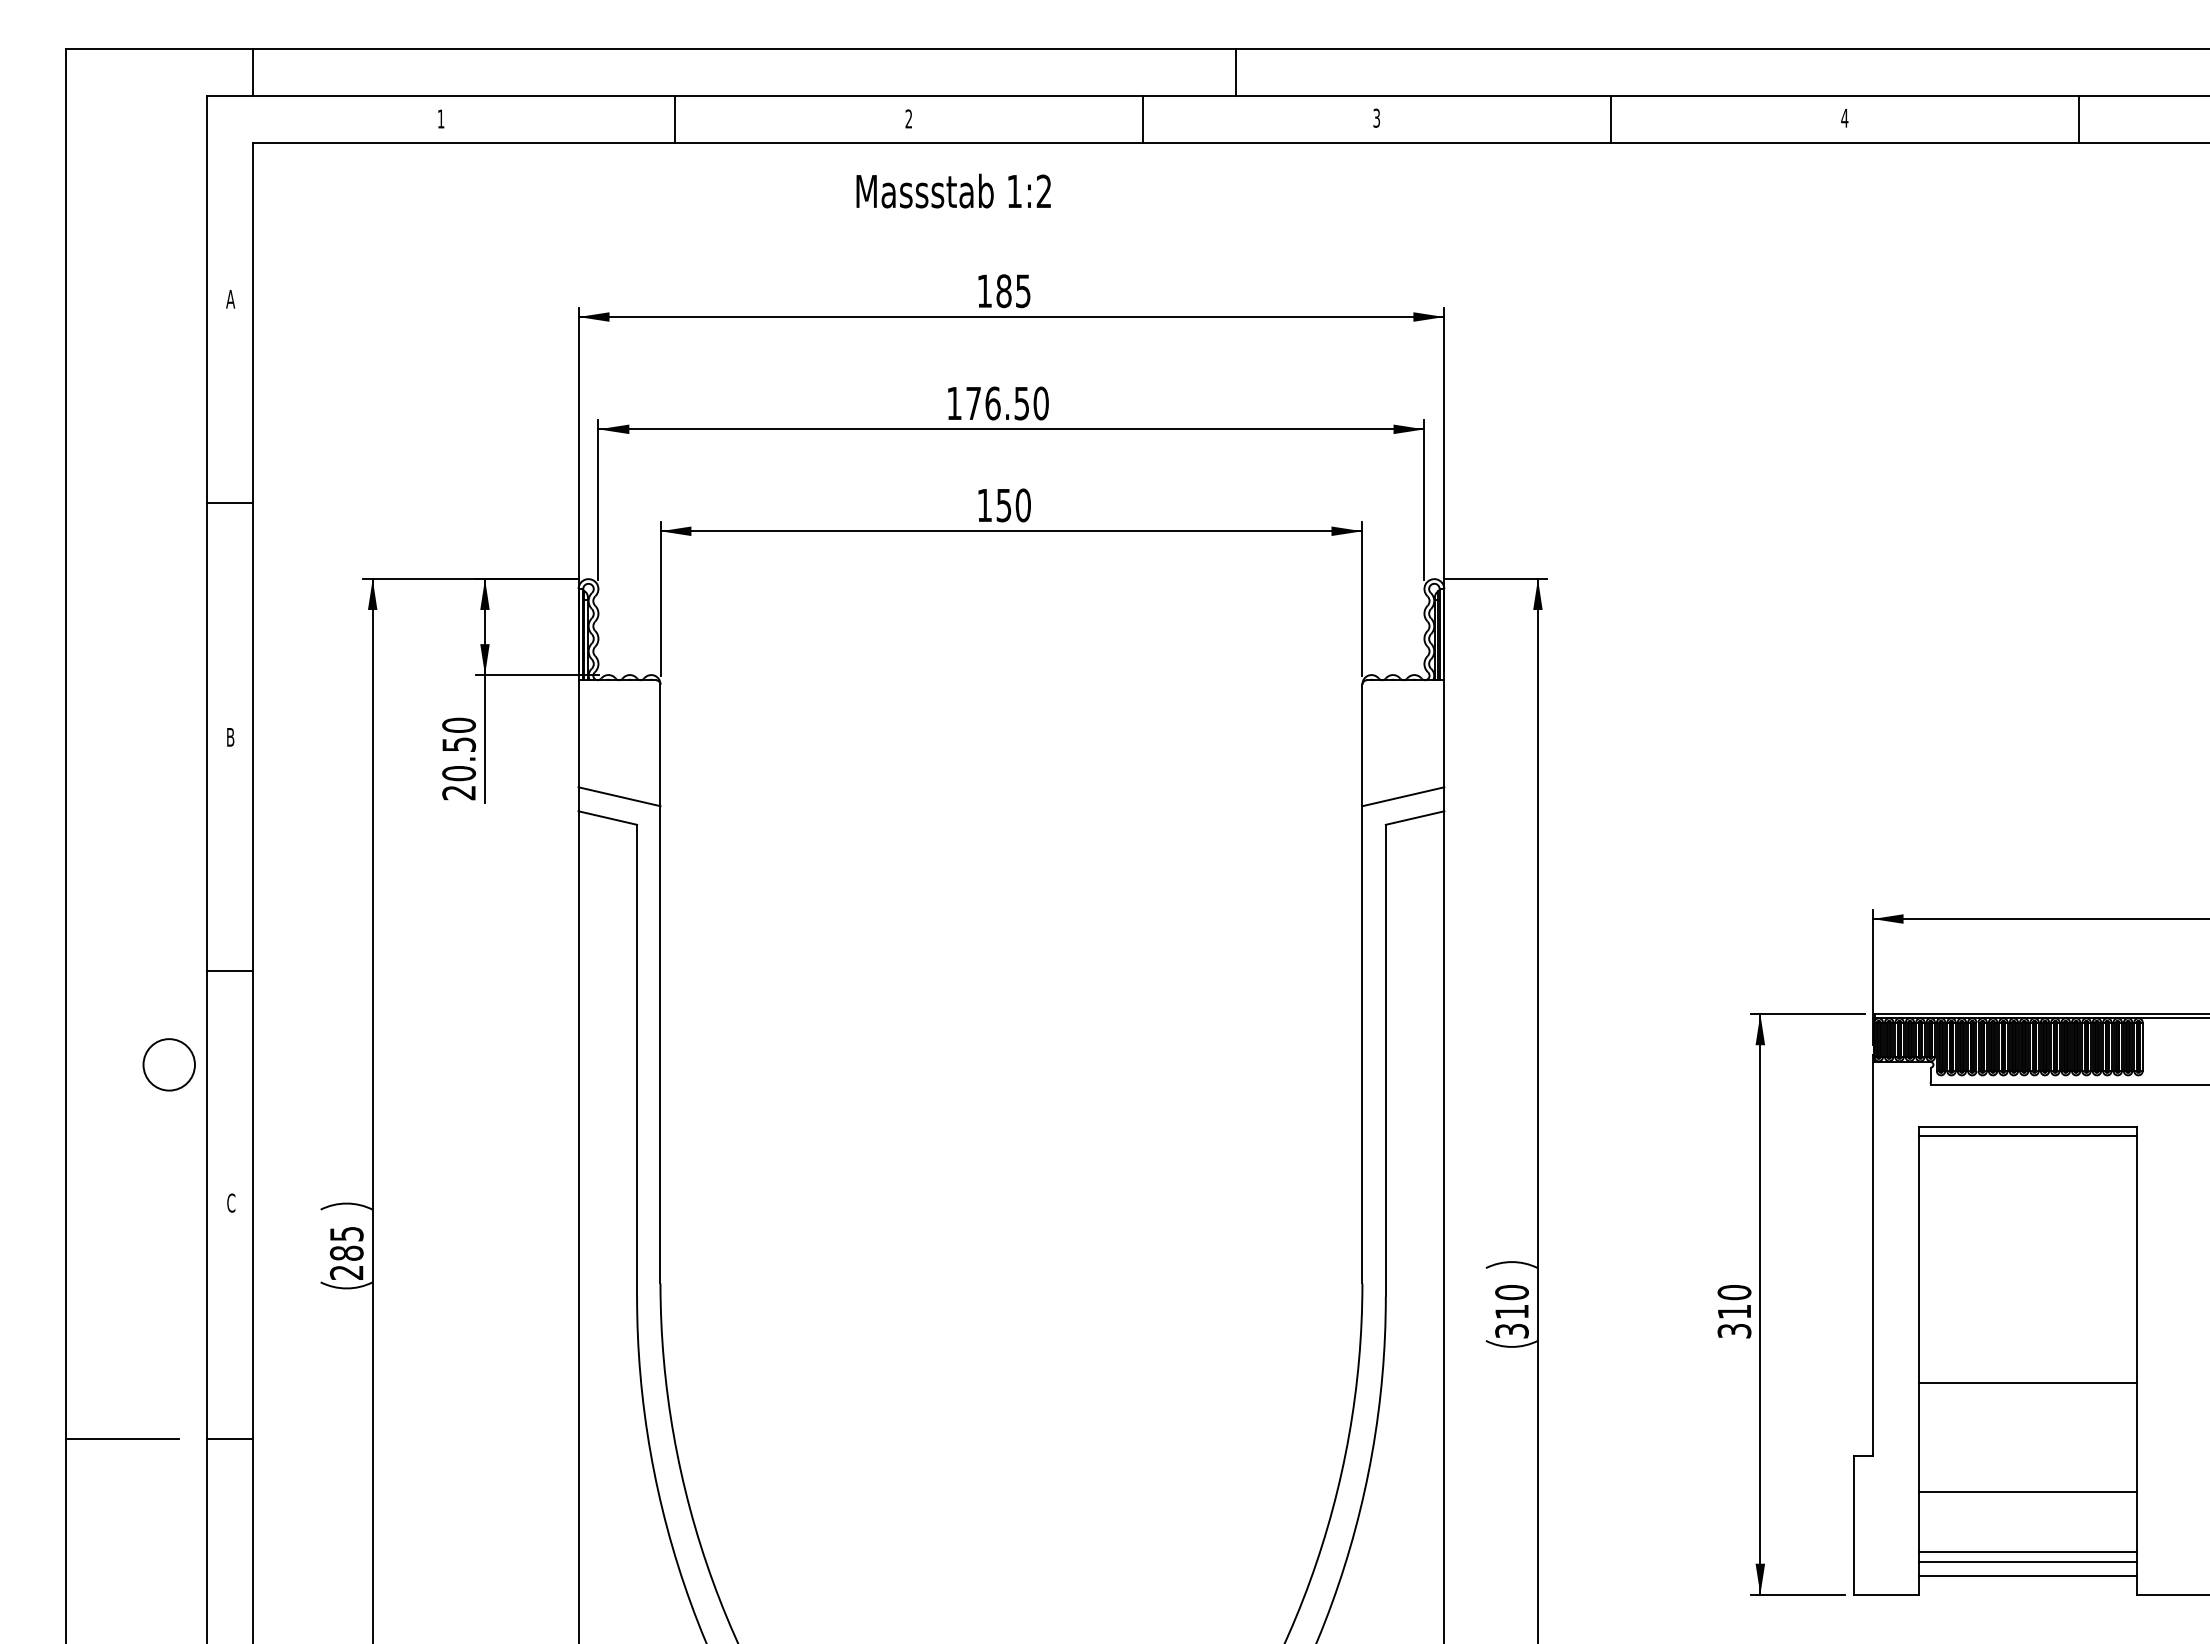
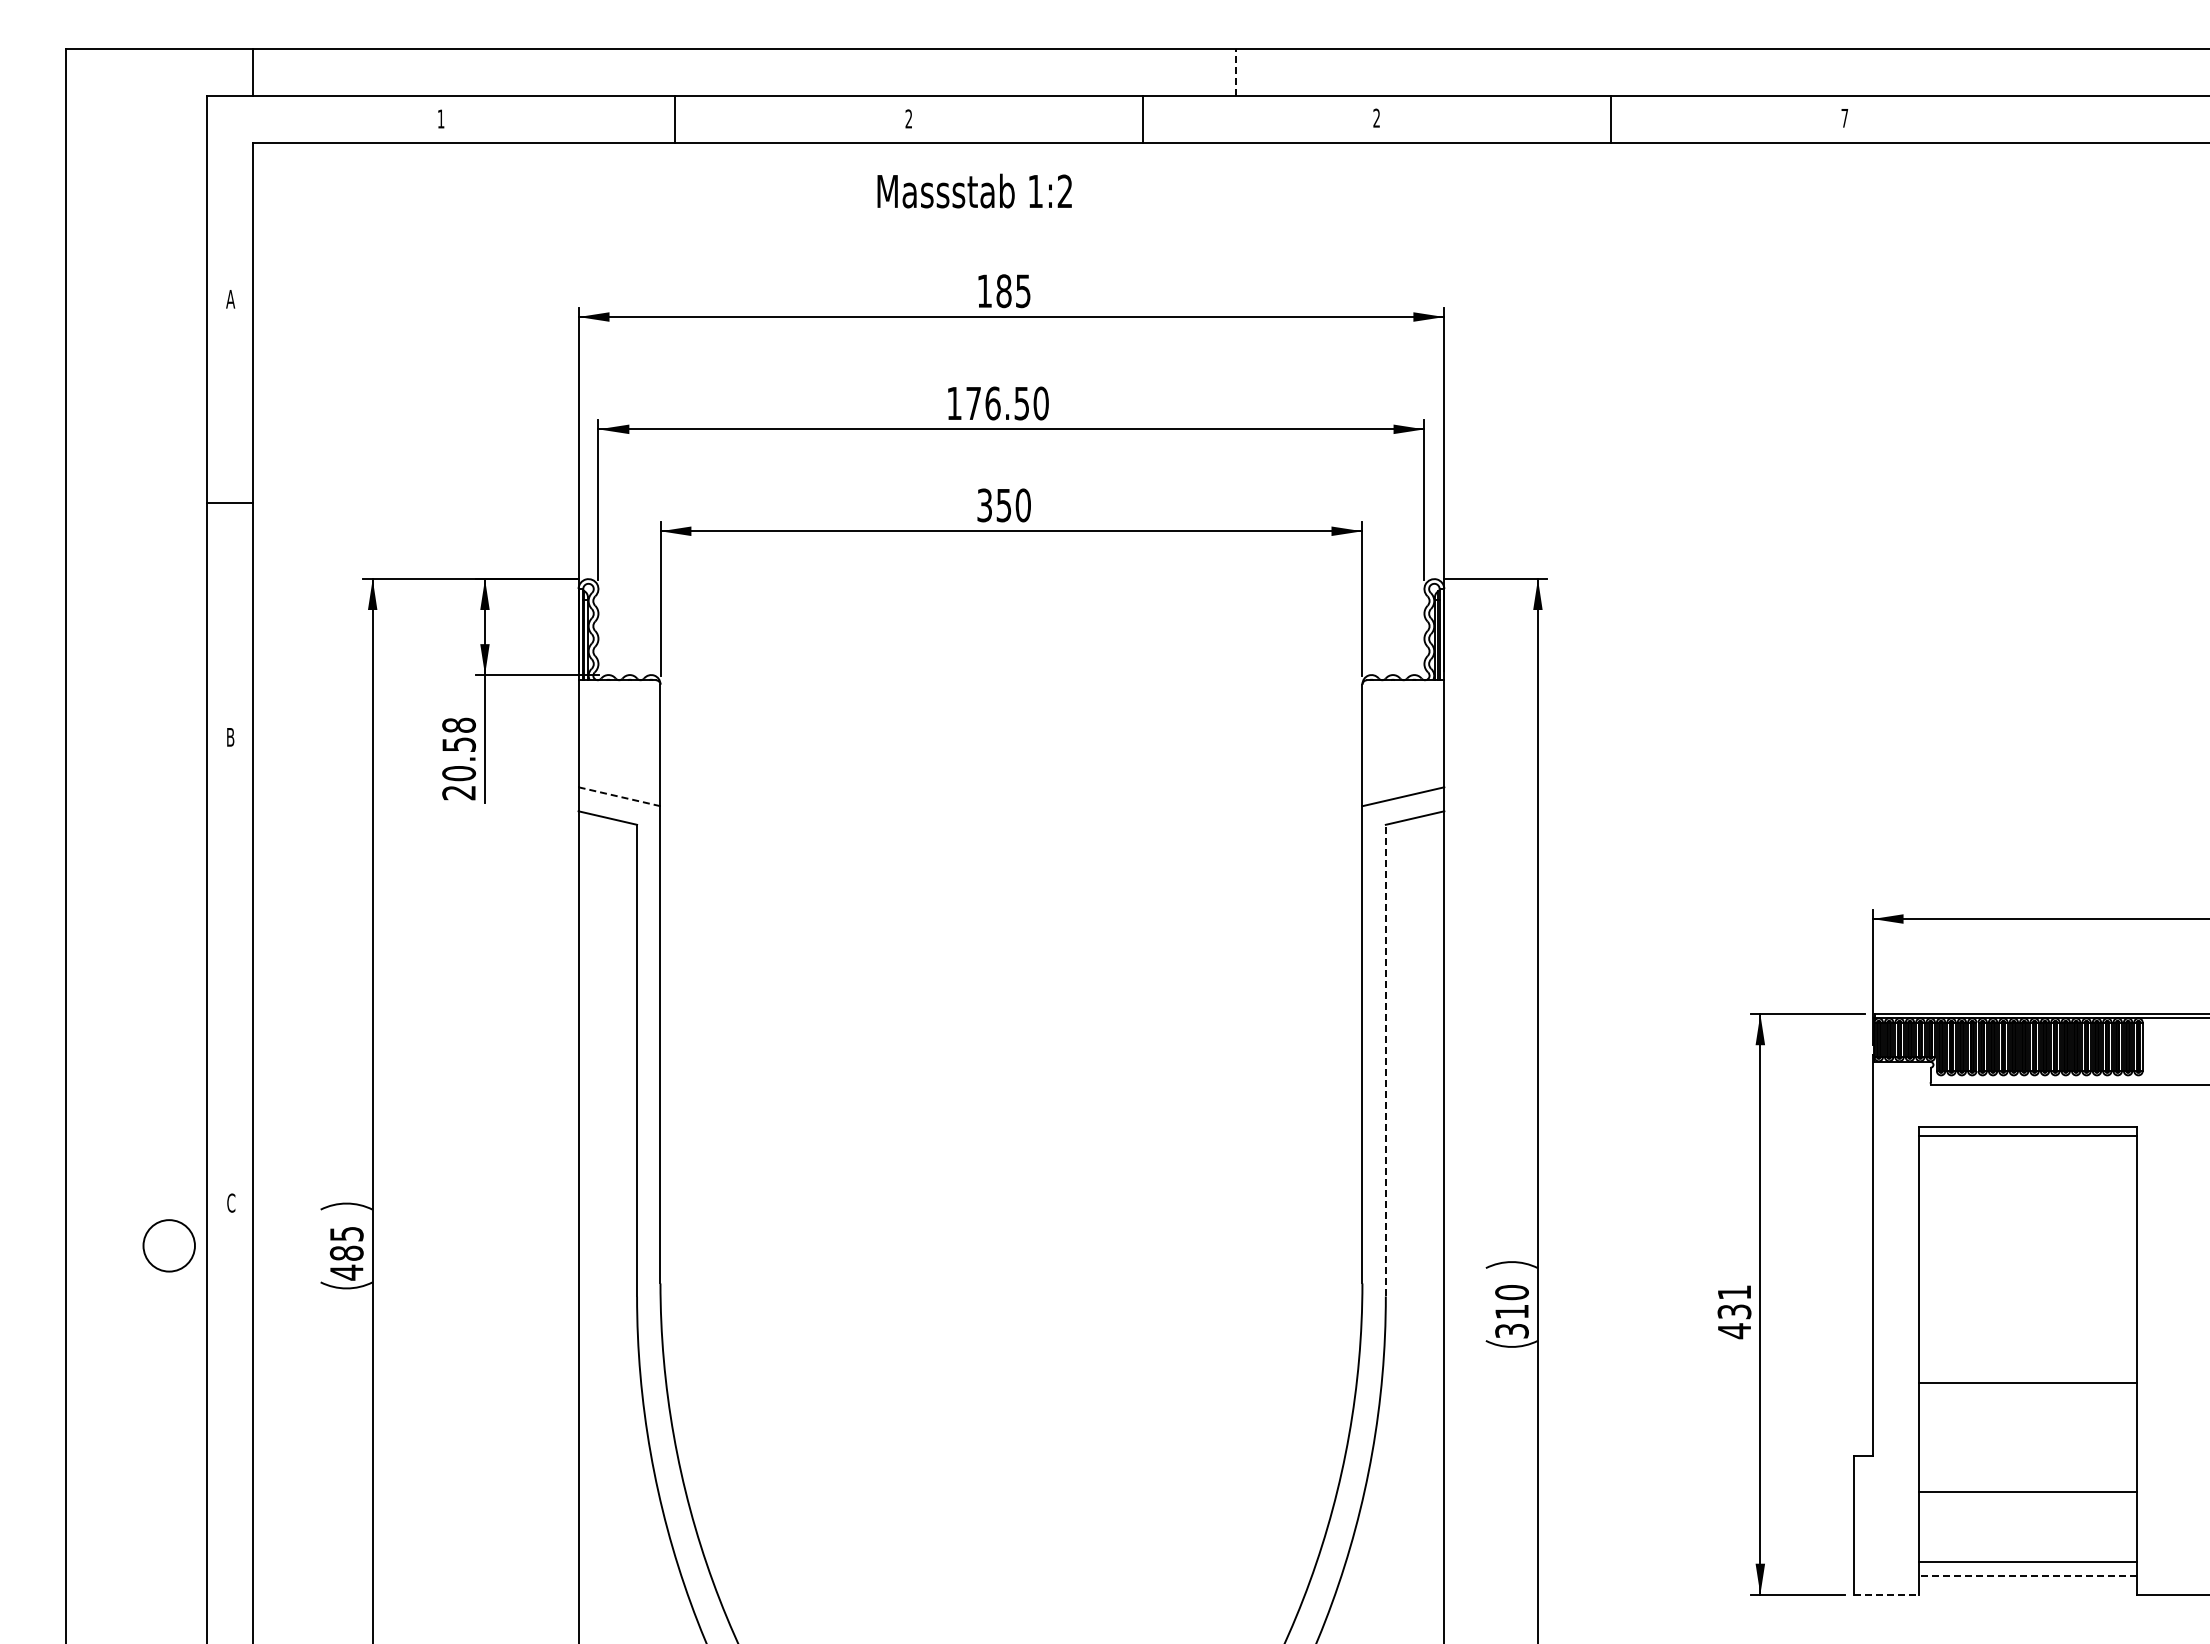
line at (1236, 72): solid -> dashed
text at (1376, 118): 3 -> 2
text at (1844, 118): 4 -> 7
line at (2078, 119): present -> none
text at (953, 190) position: (953, 190) -> (974, 190)
text at (984, 505): 150 -> 350
text at (458, 724): 20.50 -> 20.58
line at (619, 796): solid -> dashed
line at (229, 971): present -> none
line at (1385, 1060): solid -> dashed
circle at (168, 1064) position: (168, 1064) -> (168, 1245)
text at (346, 1272): 285 -> 485
text at (1734, 1312): 310 -> 431
line at (122, 1439): present -> none
line at (229, 1439): present -> none
line at (2027, 1551): present -> none
line at (2028, 1575): solid -> dashed
line at (1886, 1594): solid -> dashed
